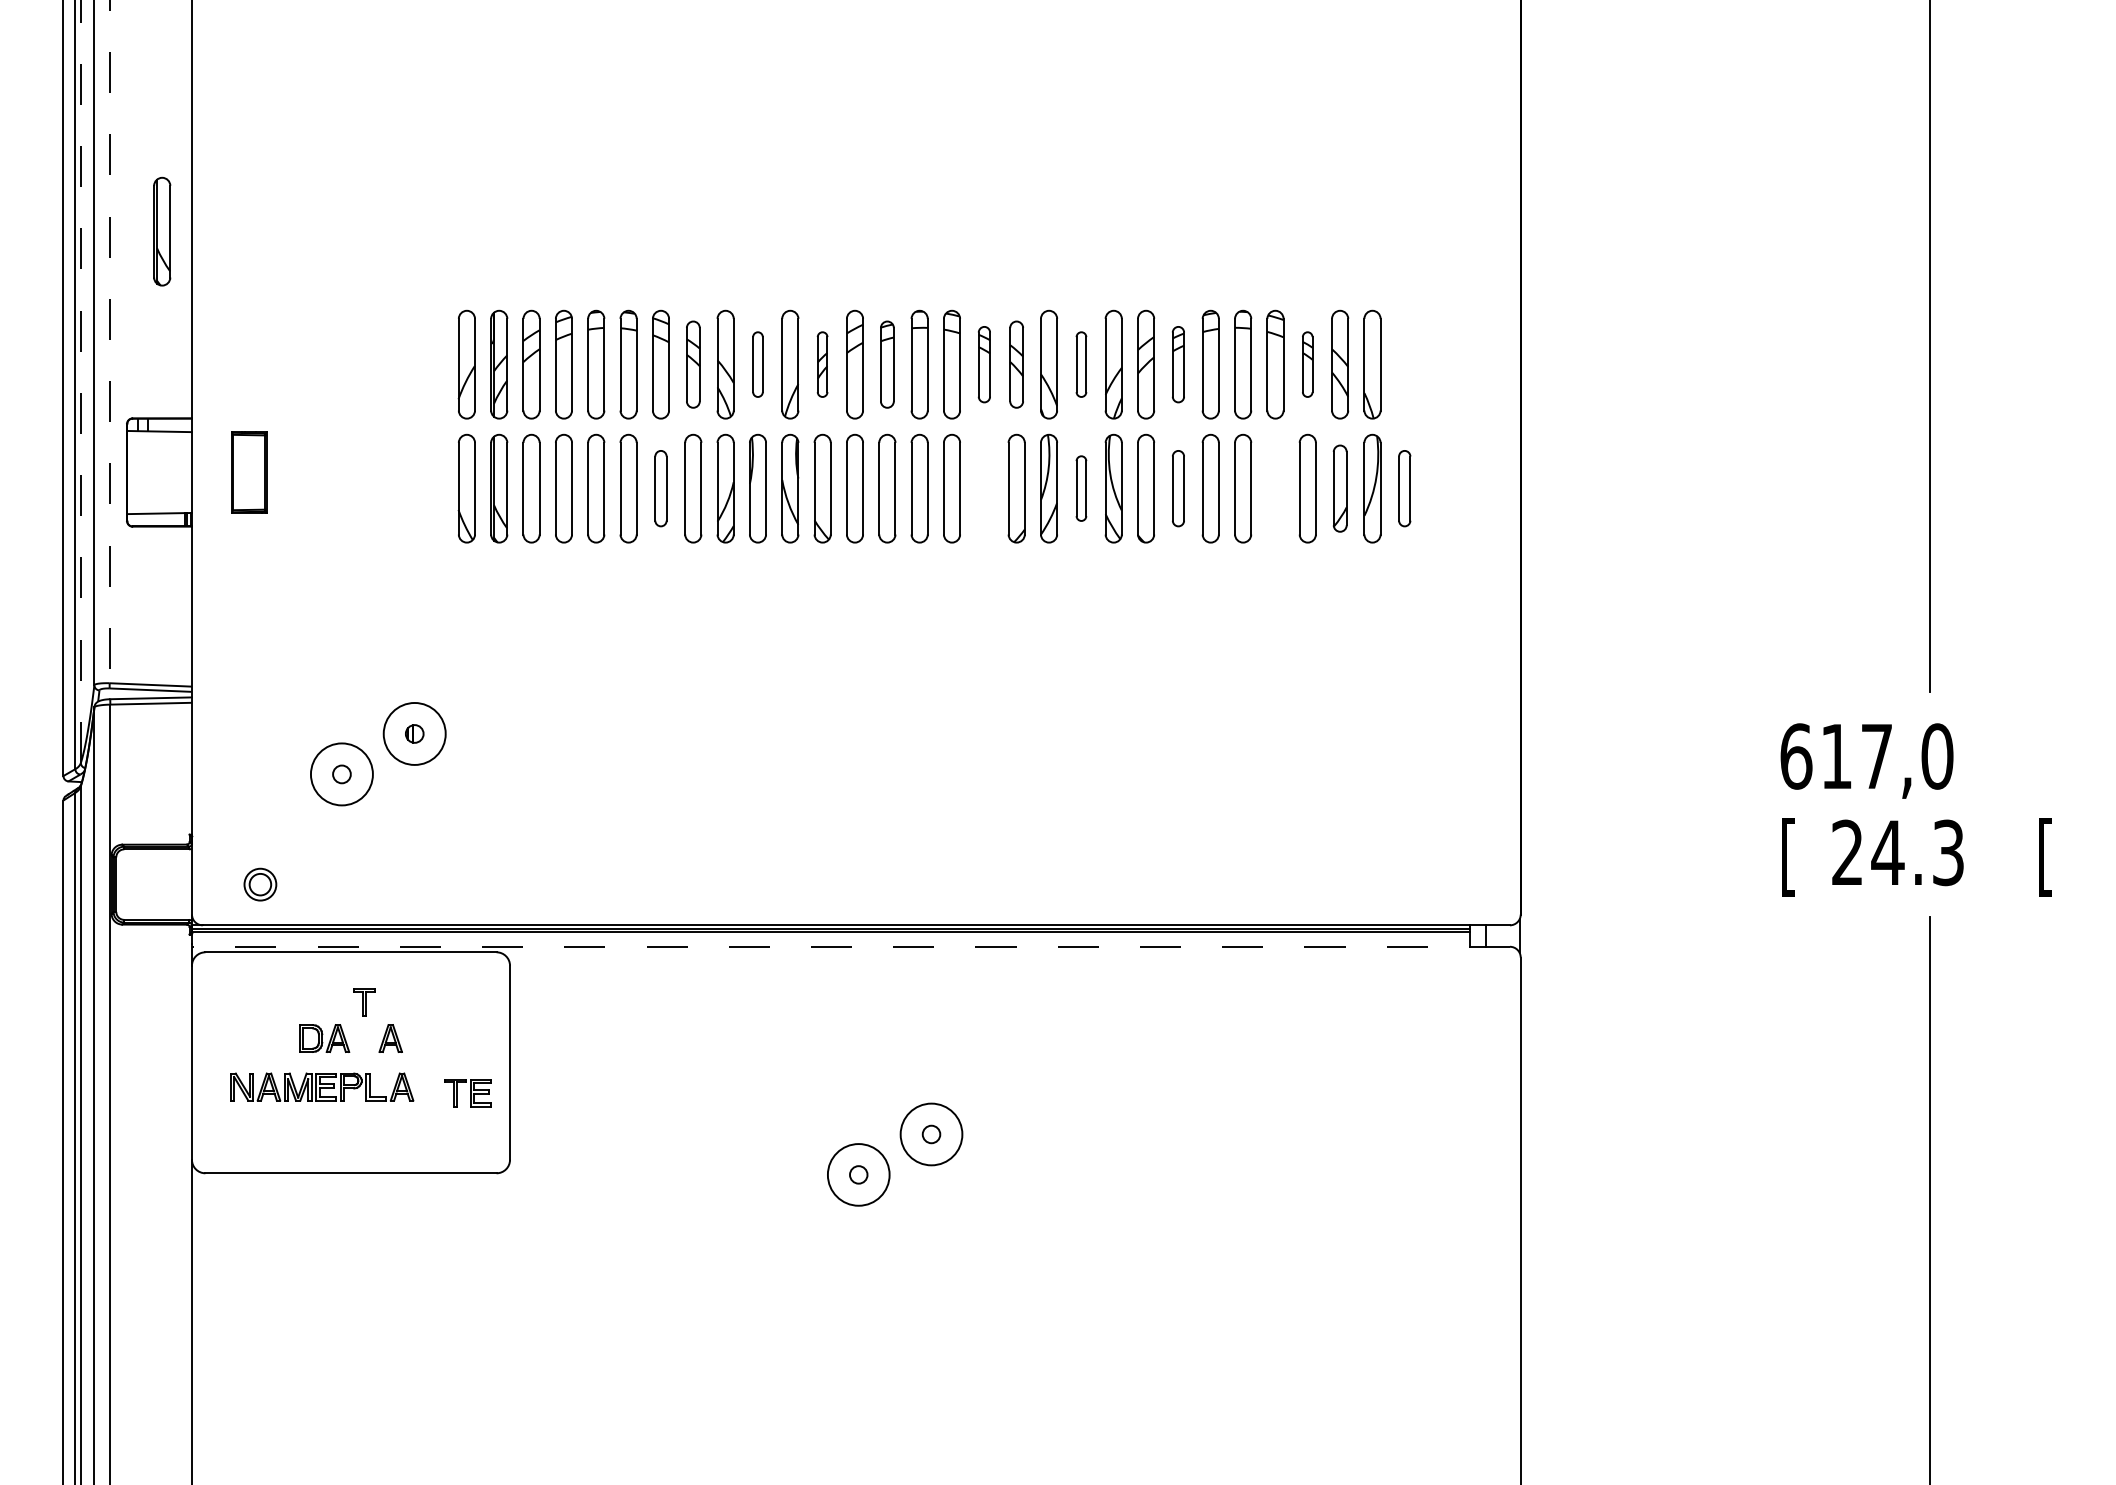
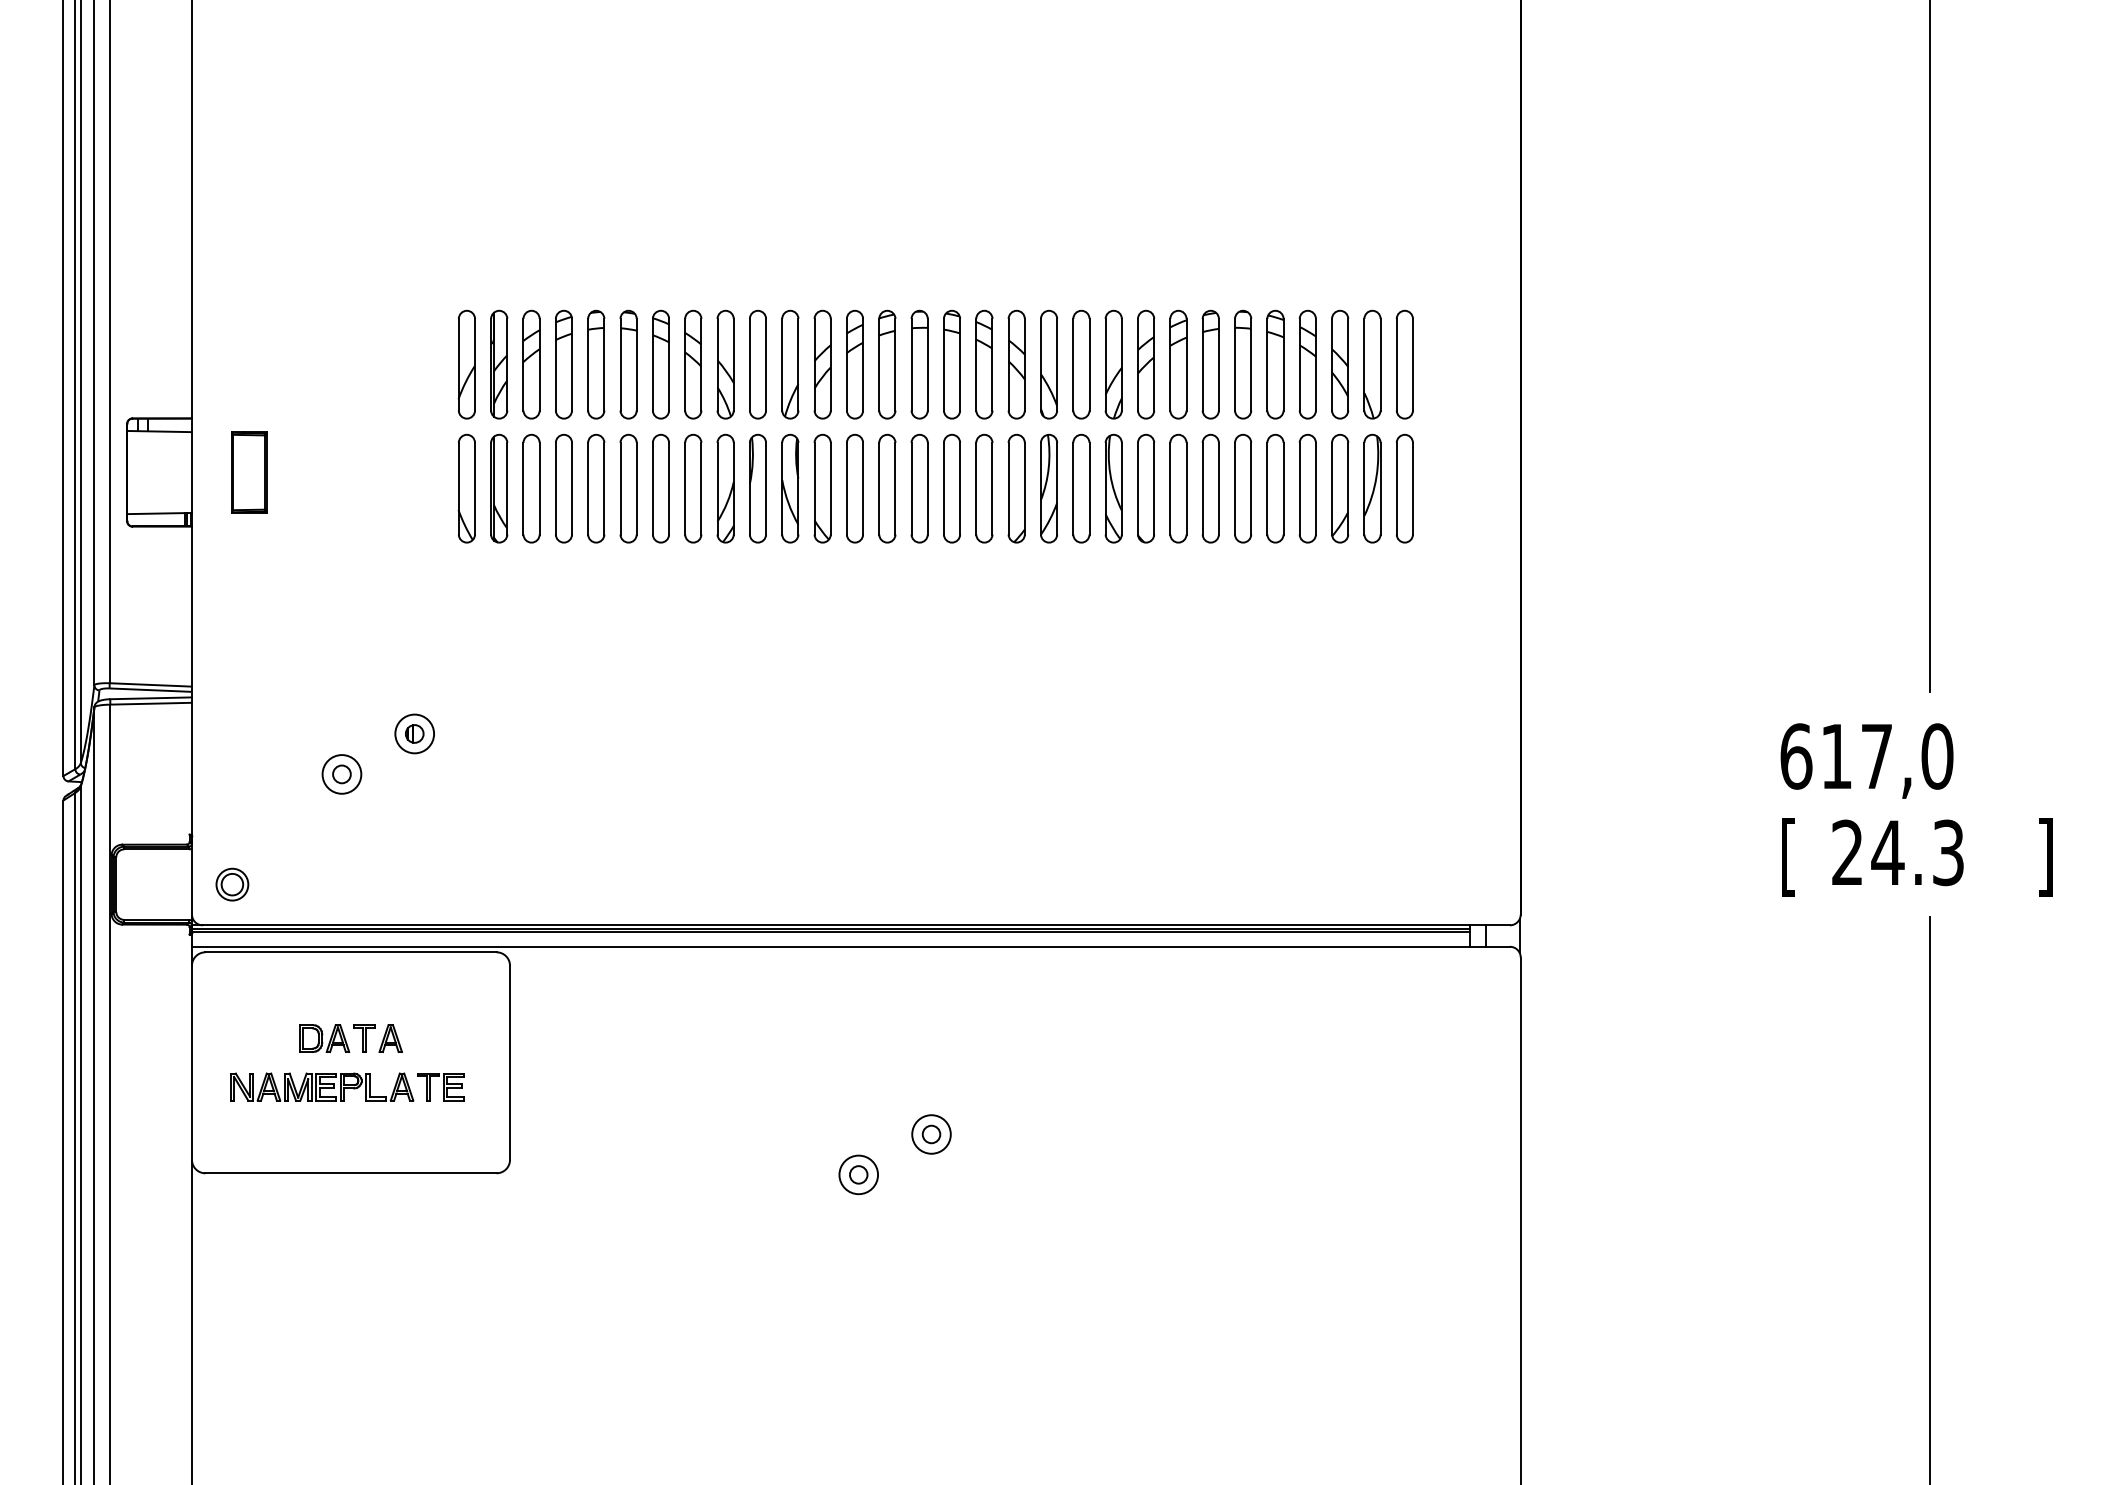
part at (162, 231): present -> none
line at (109, 342): dashed -> solid
part at (693, 364) size: 15x89 px -> 19x111 px
part at (757, 364) size: 12x67 px -> 18x111 px
part at (822, 364) size: 13x67 px -> 19x111 px
part at (887, 364) size: 15x89 px -> 19x111 px
part at (983, 364) size: 14x78 px -> 19x111 px
part at (1016, 364) size: 15x89 px -> 19x111 px
part at (1081, 364) size: 13x67 px -> 19x111 px
part at (1178, 364) size: 13x78 px -> 19x111 px
part at (1307, 364) size: 12x67 px -> 19x111 px
part at (1404, 364): none -> present
line at (80, 381): dashed -> solid
part at (660, 488) size: 14x78 px -> 18x111 px
part at (984, 488): none -> present
part at (1081, 488) size: 13x67 px -> 19x111 px
part at (1178, 488) size: 13x78 px -> 19x111 px
part at (1275, 488): none -> present
part at (1339, 488) size: 16x89 px -> 19x111 px
part at (1404, 488) size: 14x78 px -> 19x111 px
circle at (414, 733) diameter: 62 px -> 39 px
circle at (341, 774) diameter: 62 px -> 39 px
text at (2045, 857): [ -> ]
part at (260, 884) position: (260, 884) -> (232, 884)
line at (850, 946): dashed -> solid
part at (364, 1002) position: (364, 1002) -> (364, 1038)
part at (467, 1093) position: (467, 1093) -> (440, 1087)
circle at (931, 1134) diameter: 62 px -> 39 px
circle at (858, 1174) diameter: 62 px -> 39 px
